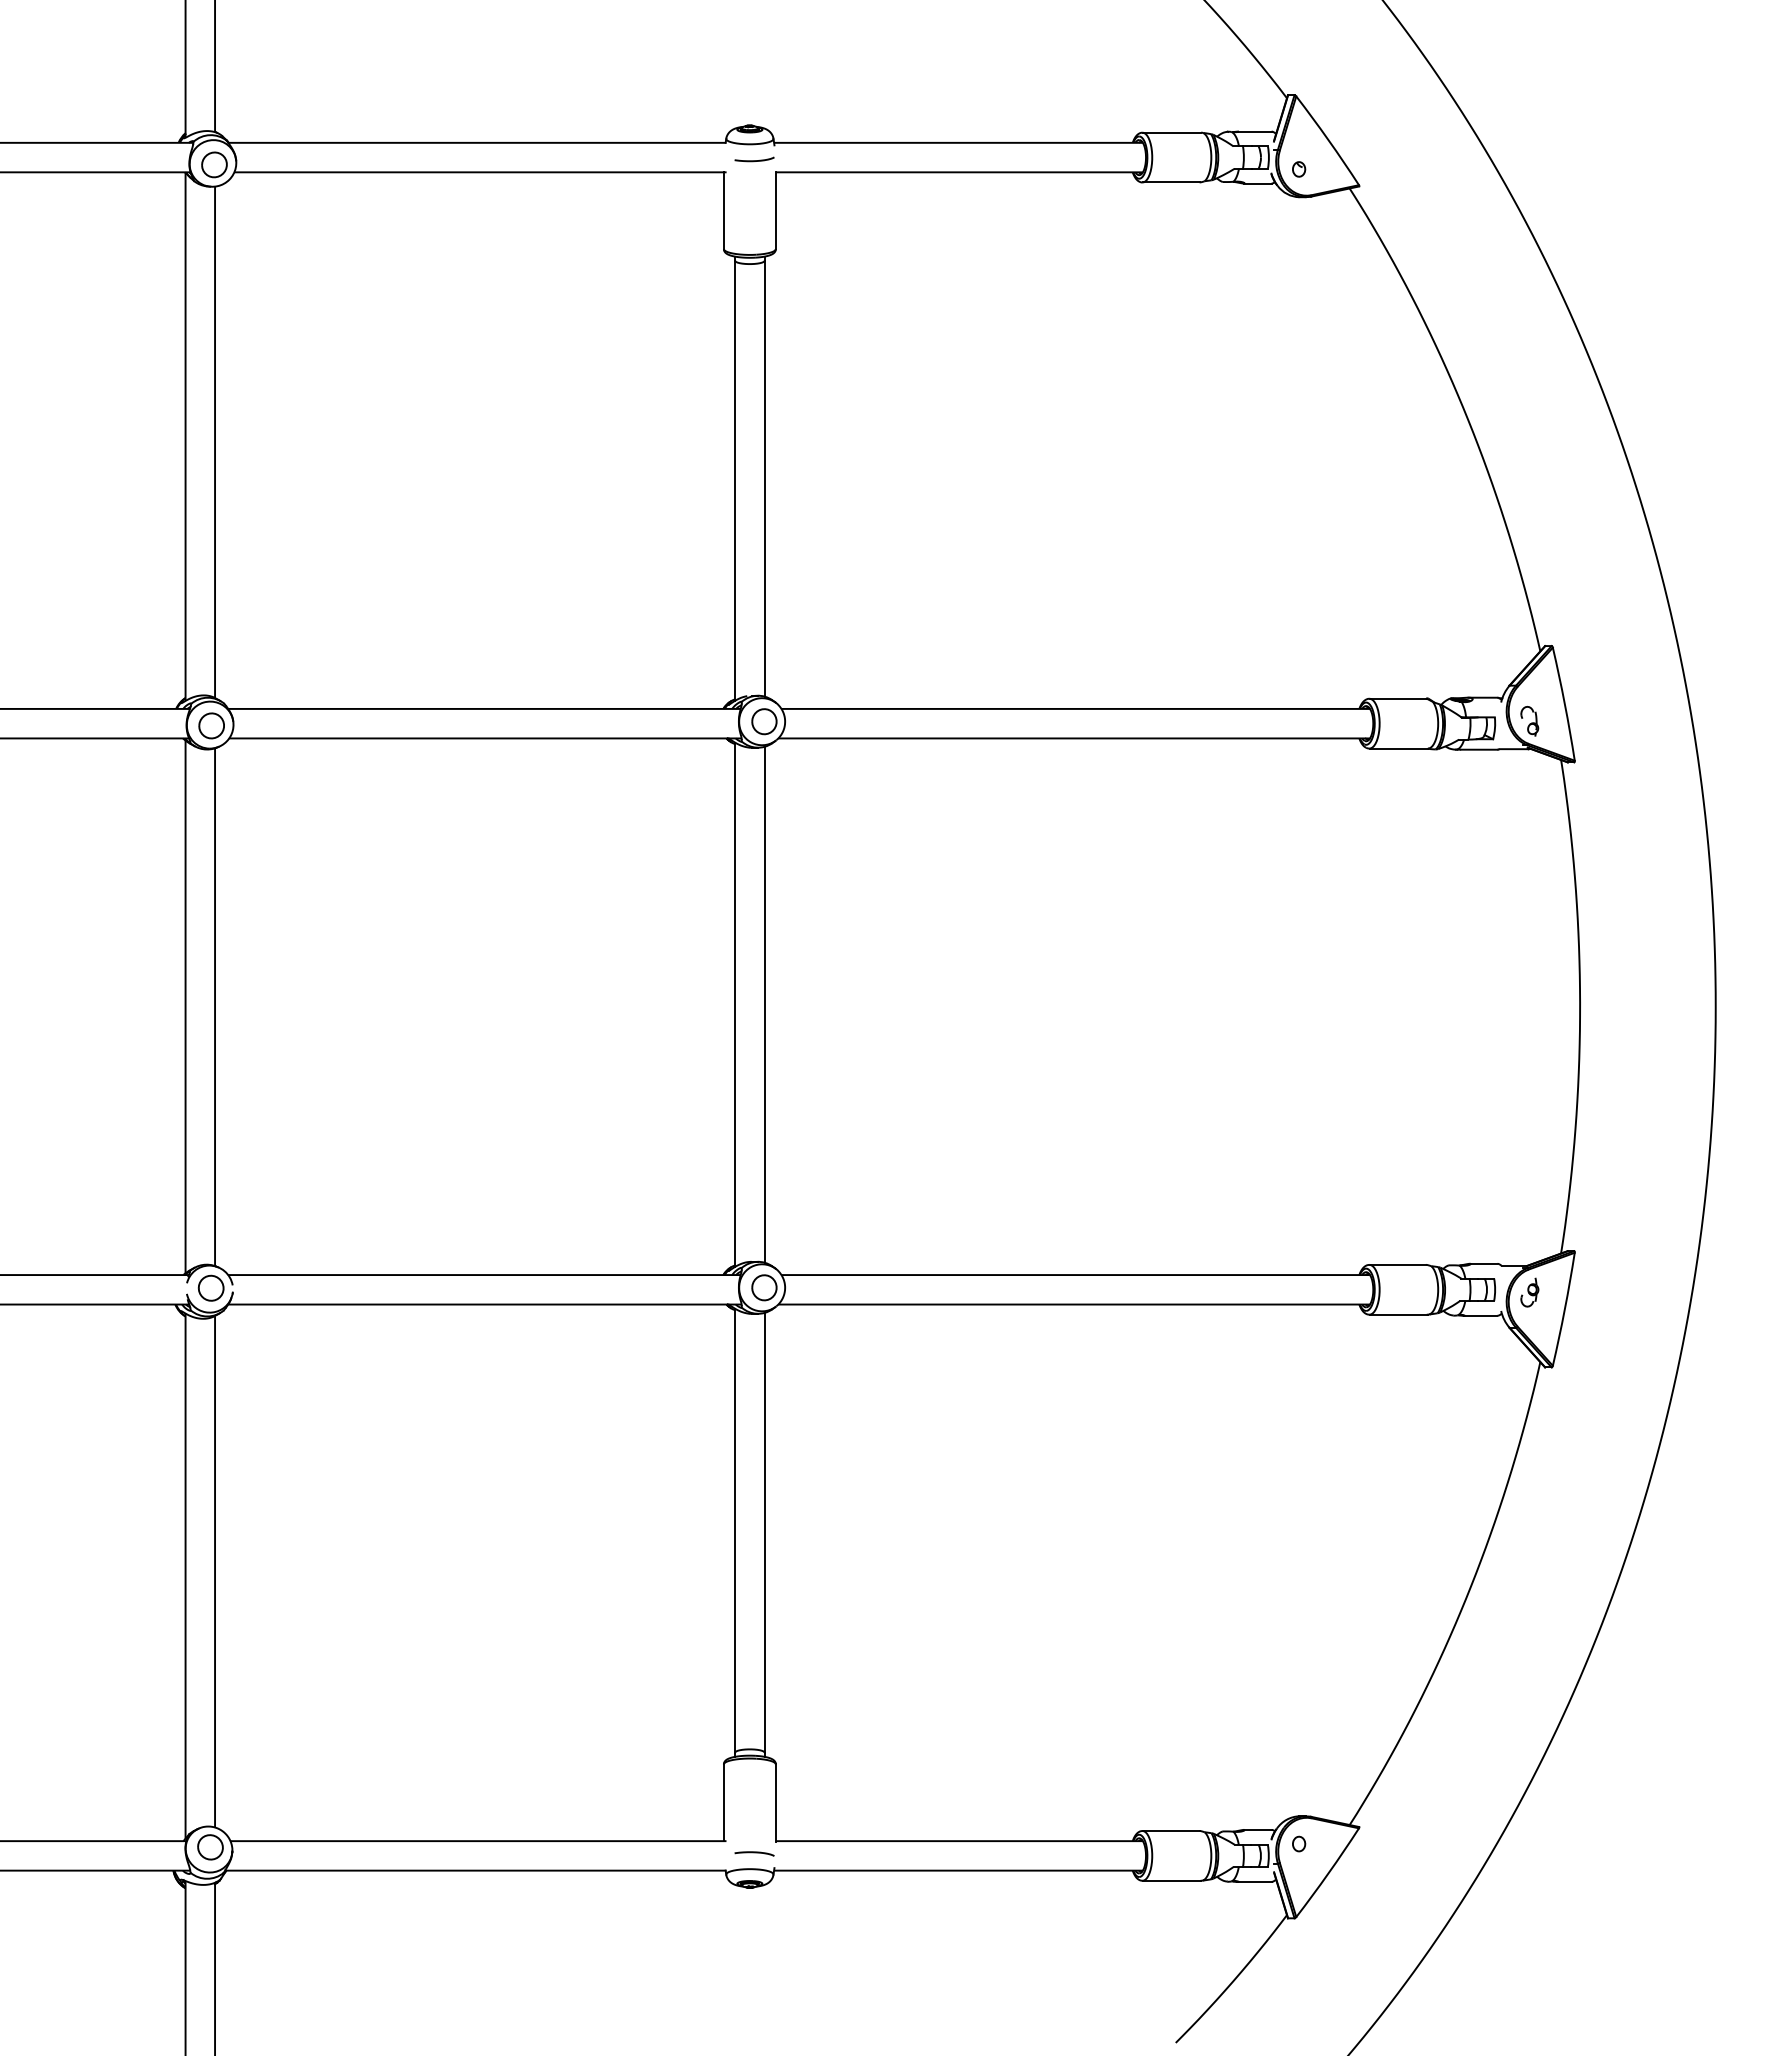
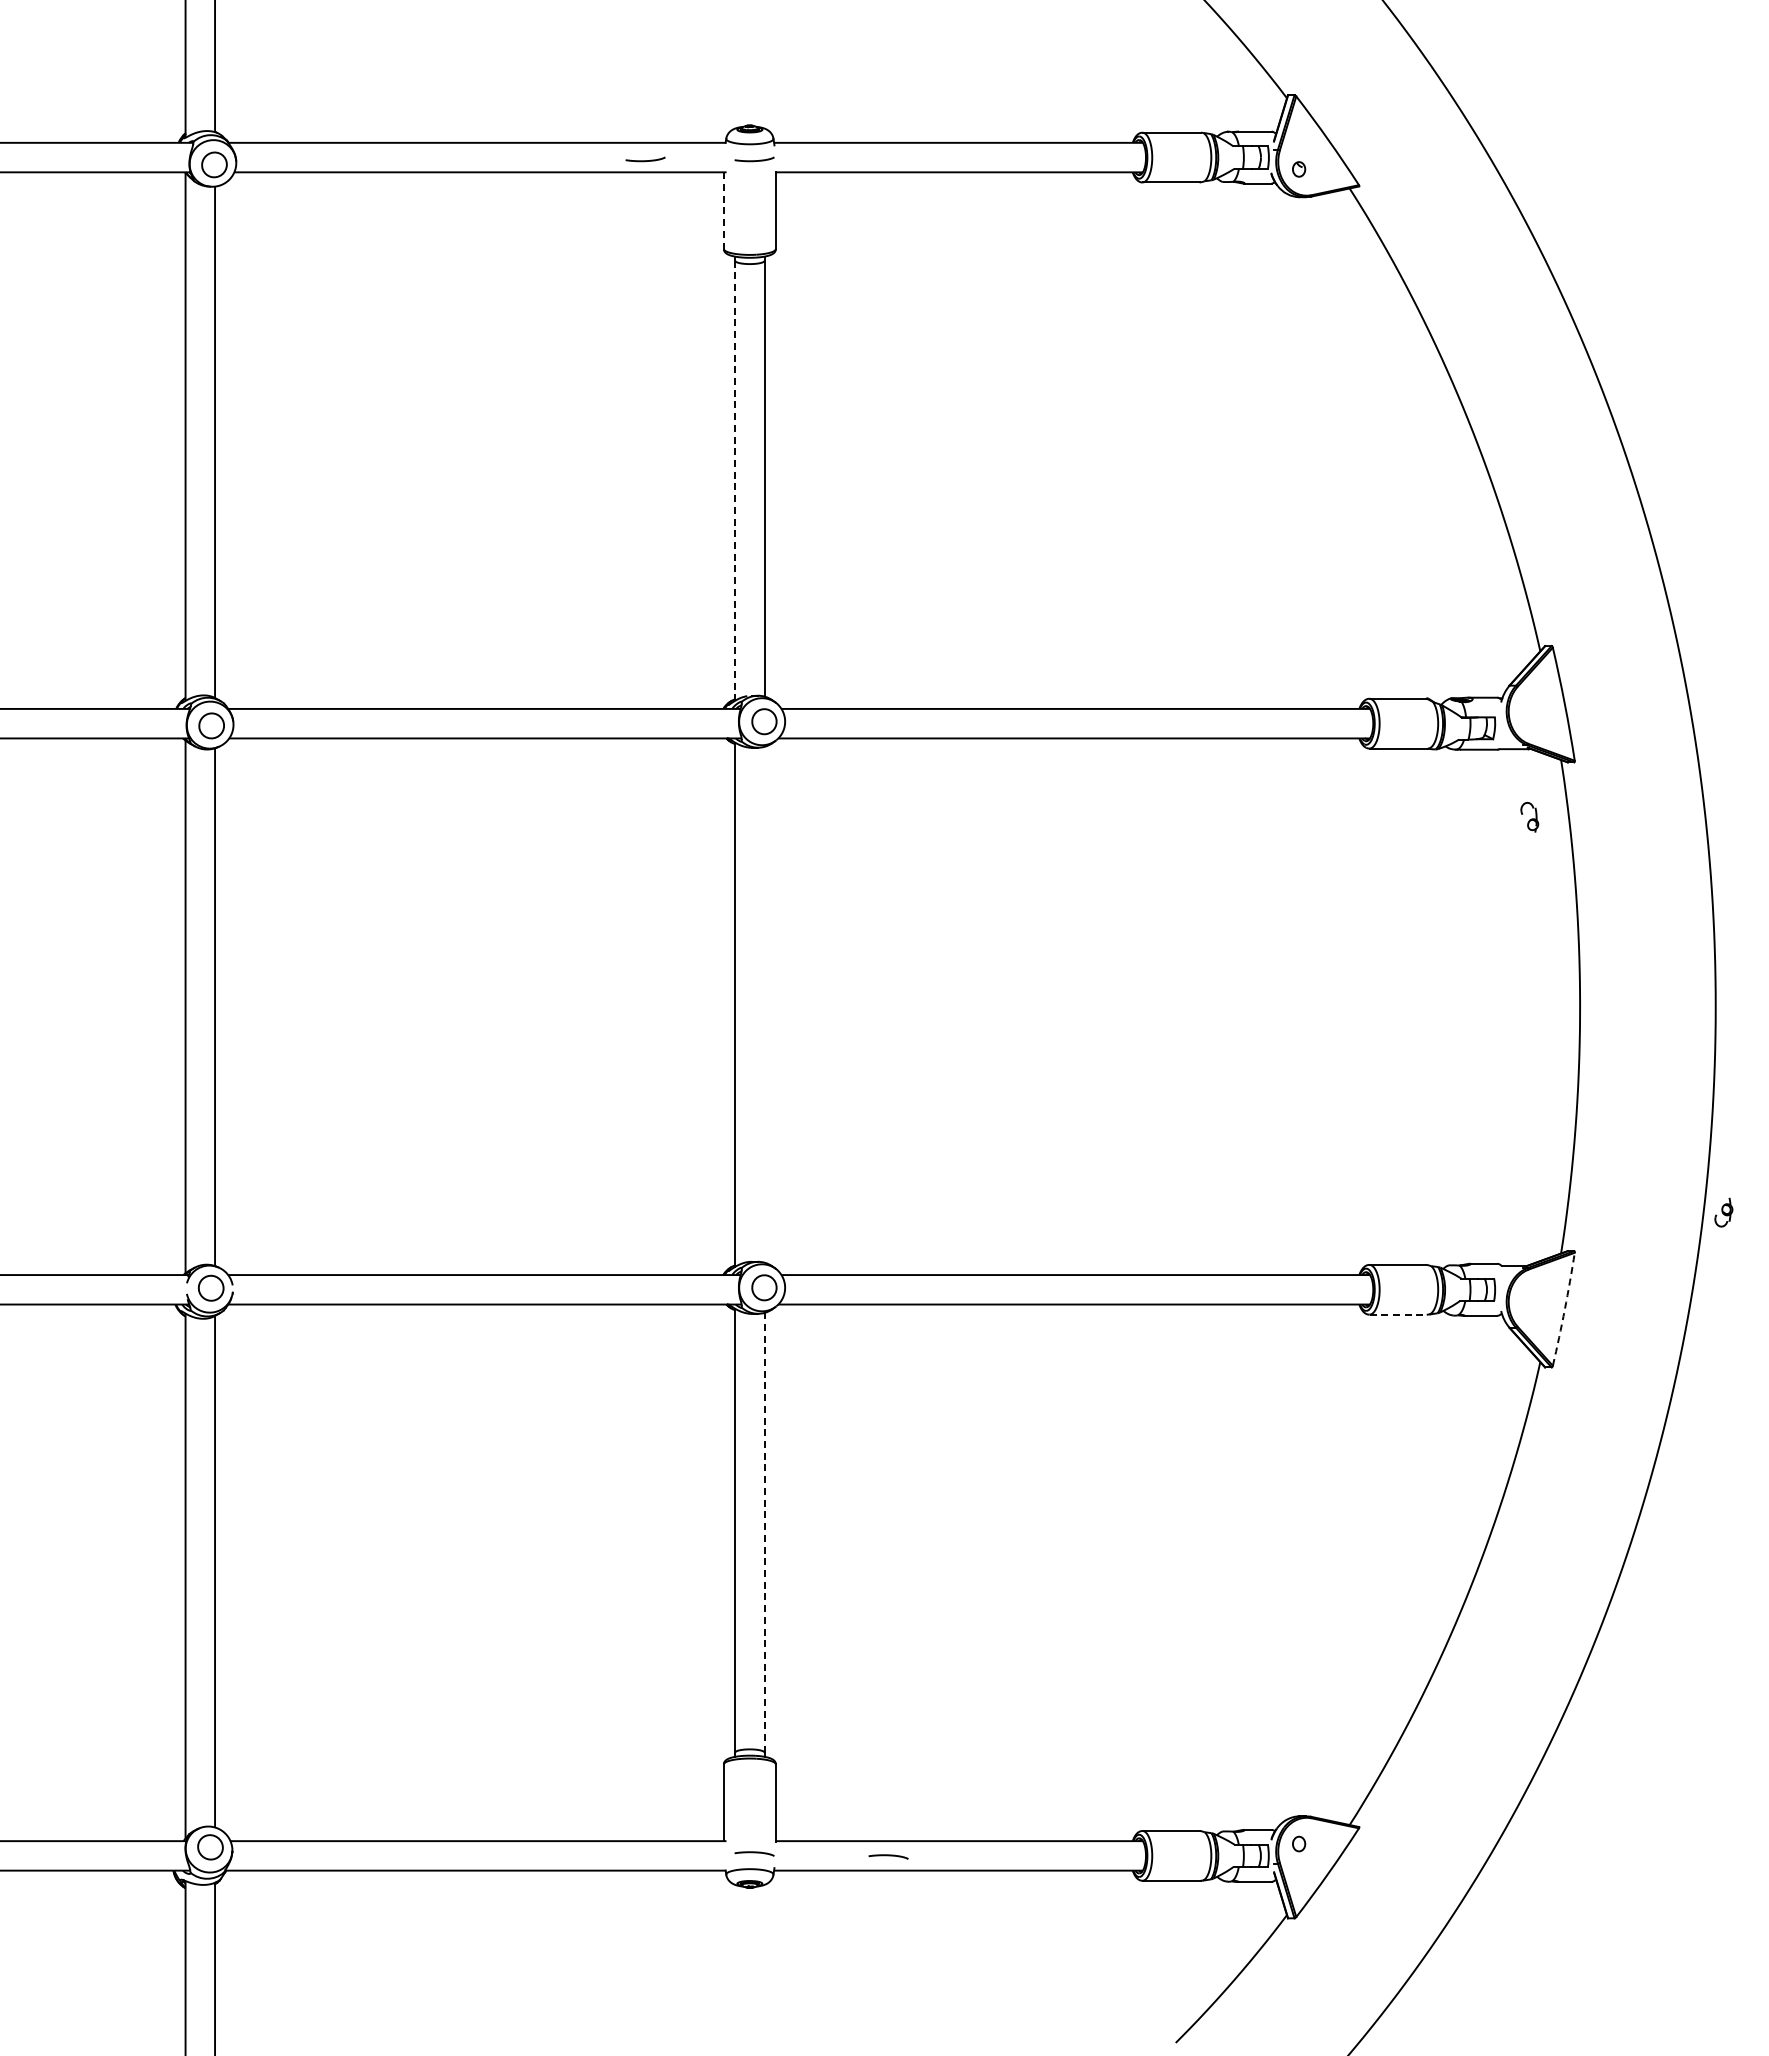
curve at (645, 160): none -> present
line at (723, 211): solid -> dashed
line at (735, 480): solid -> dashed
part at (1529, 721) position: (1529, 721) -> (1529, 817)
line at (764, 1004): present -> none
part at (1529, 1292) position: (1529, 1292) -> (1723, 1212)
arc at (1564, 1309): solid -> dashed
line at (1399, 1314): solid -> dashed
line at (764, 1532): solid -> dashed
curve at (888, 1856): none -> present
